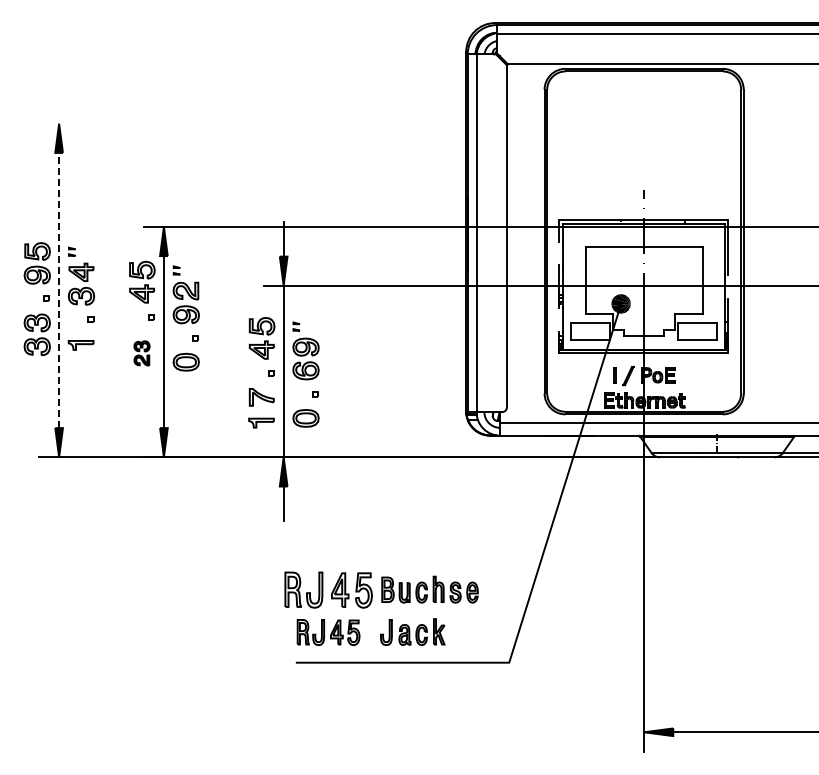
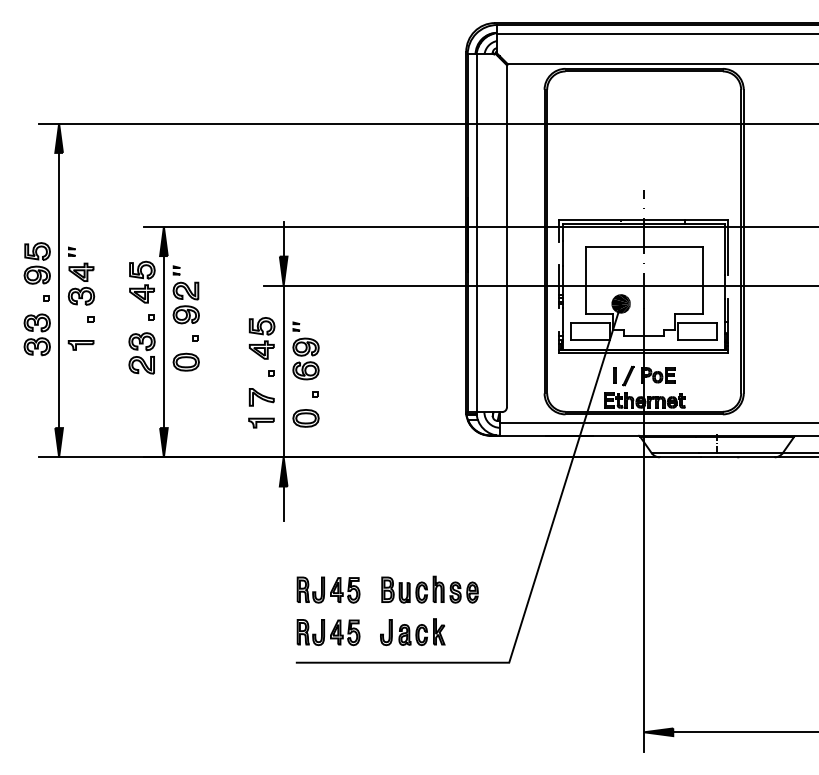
line at (427, 123): none -> present
line at (59, 290): dashed -> solid
part at (141, 353) size: 18x27 px -> 28x43 px
part at (328, 589) size: 89x38 px -> 65x28 px
